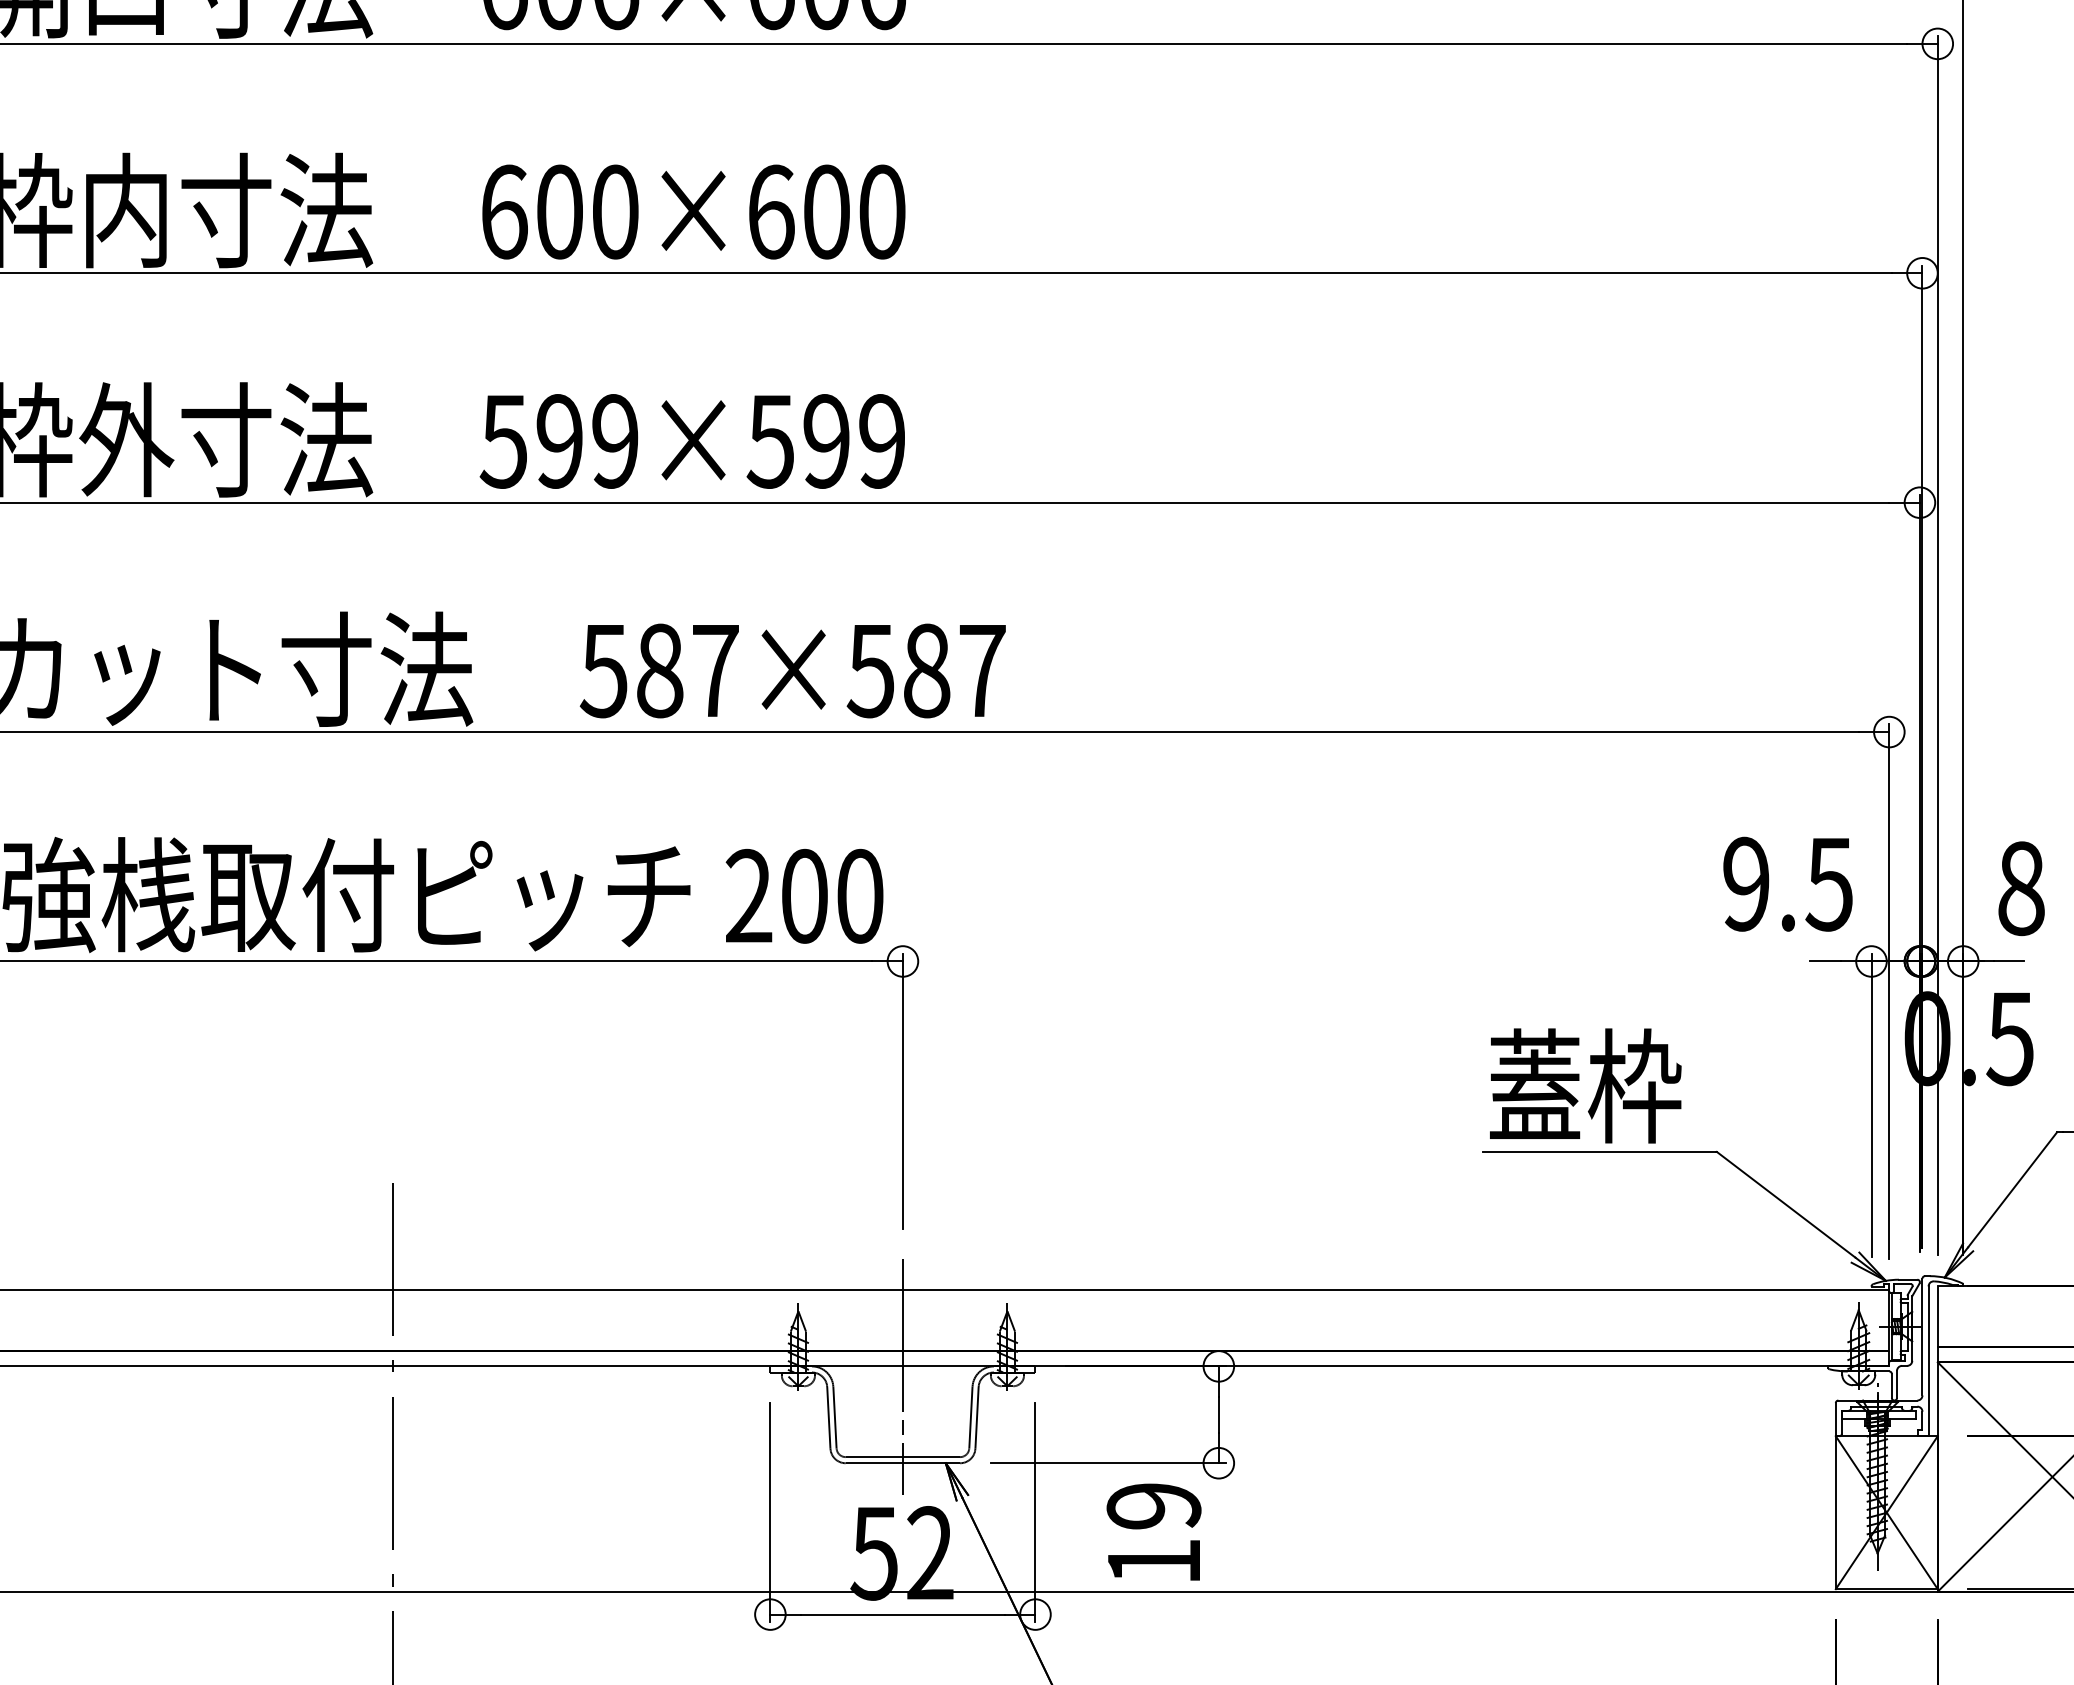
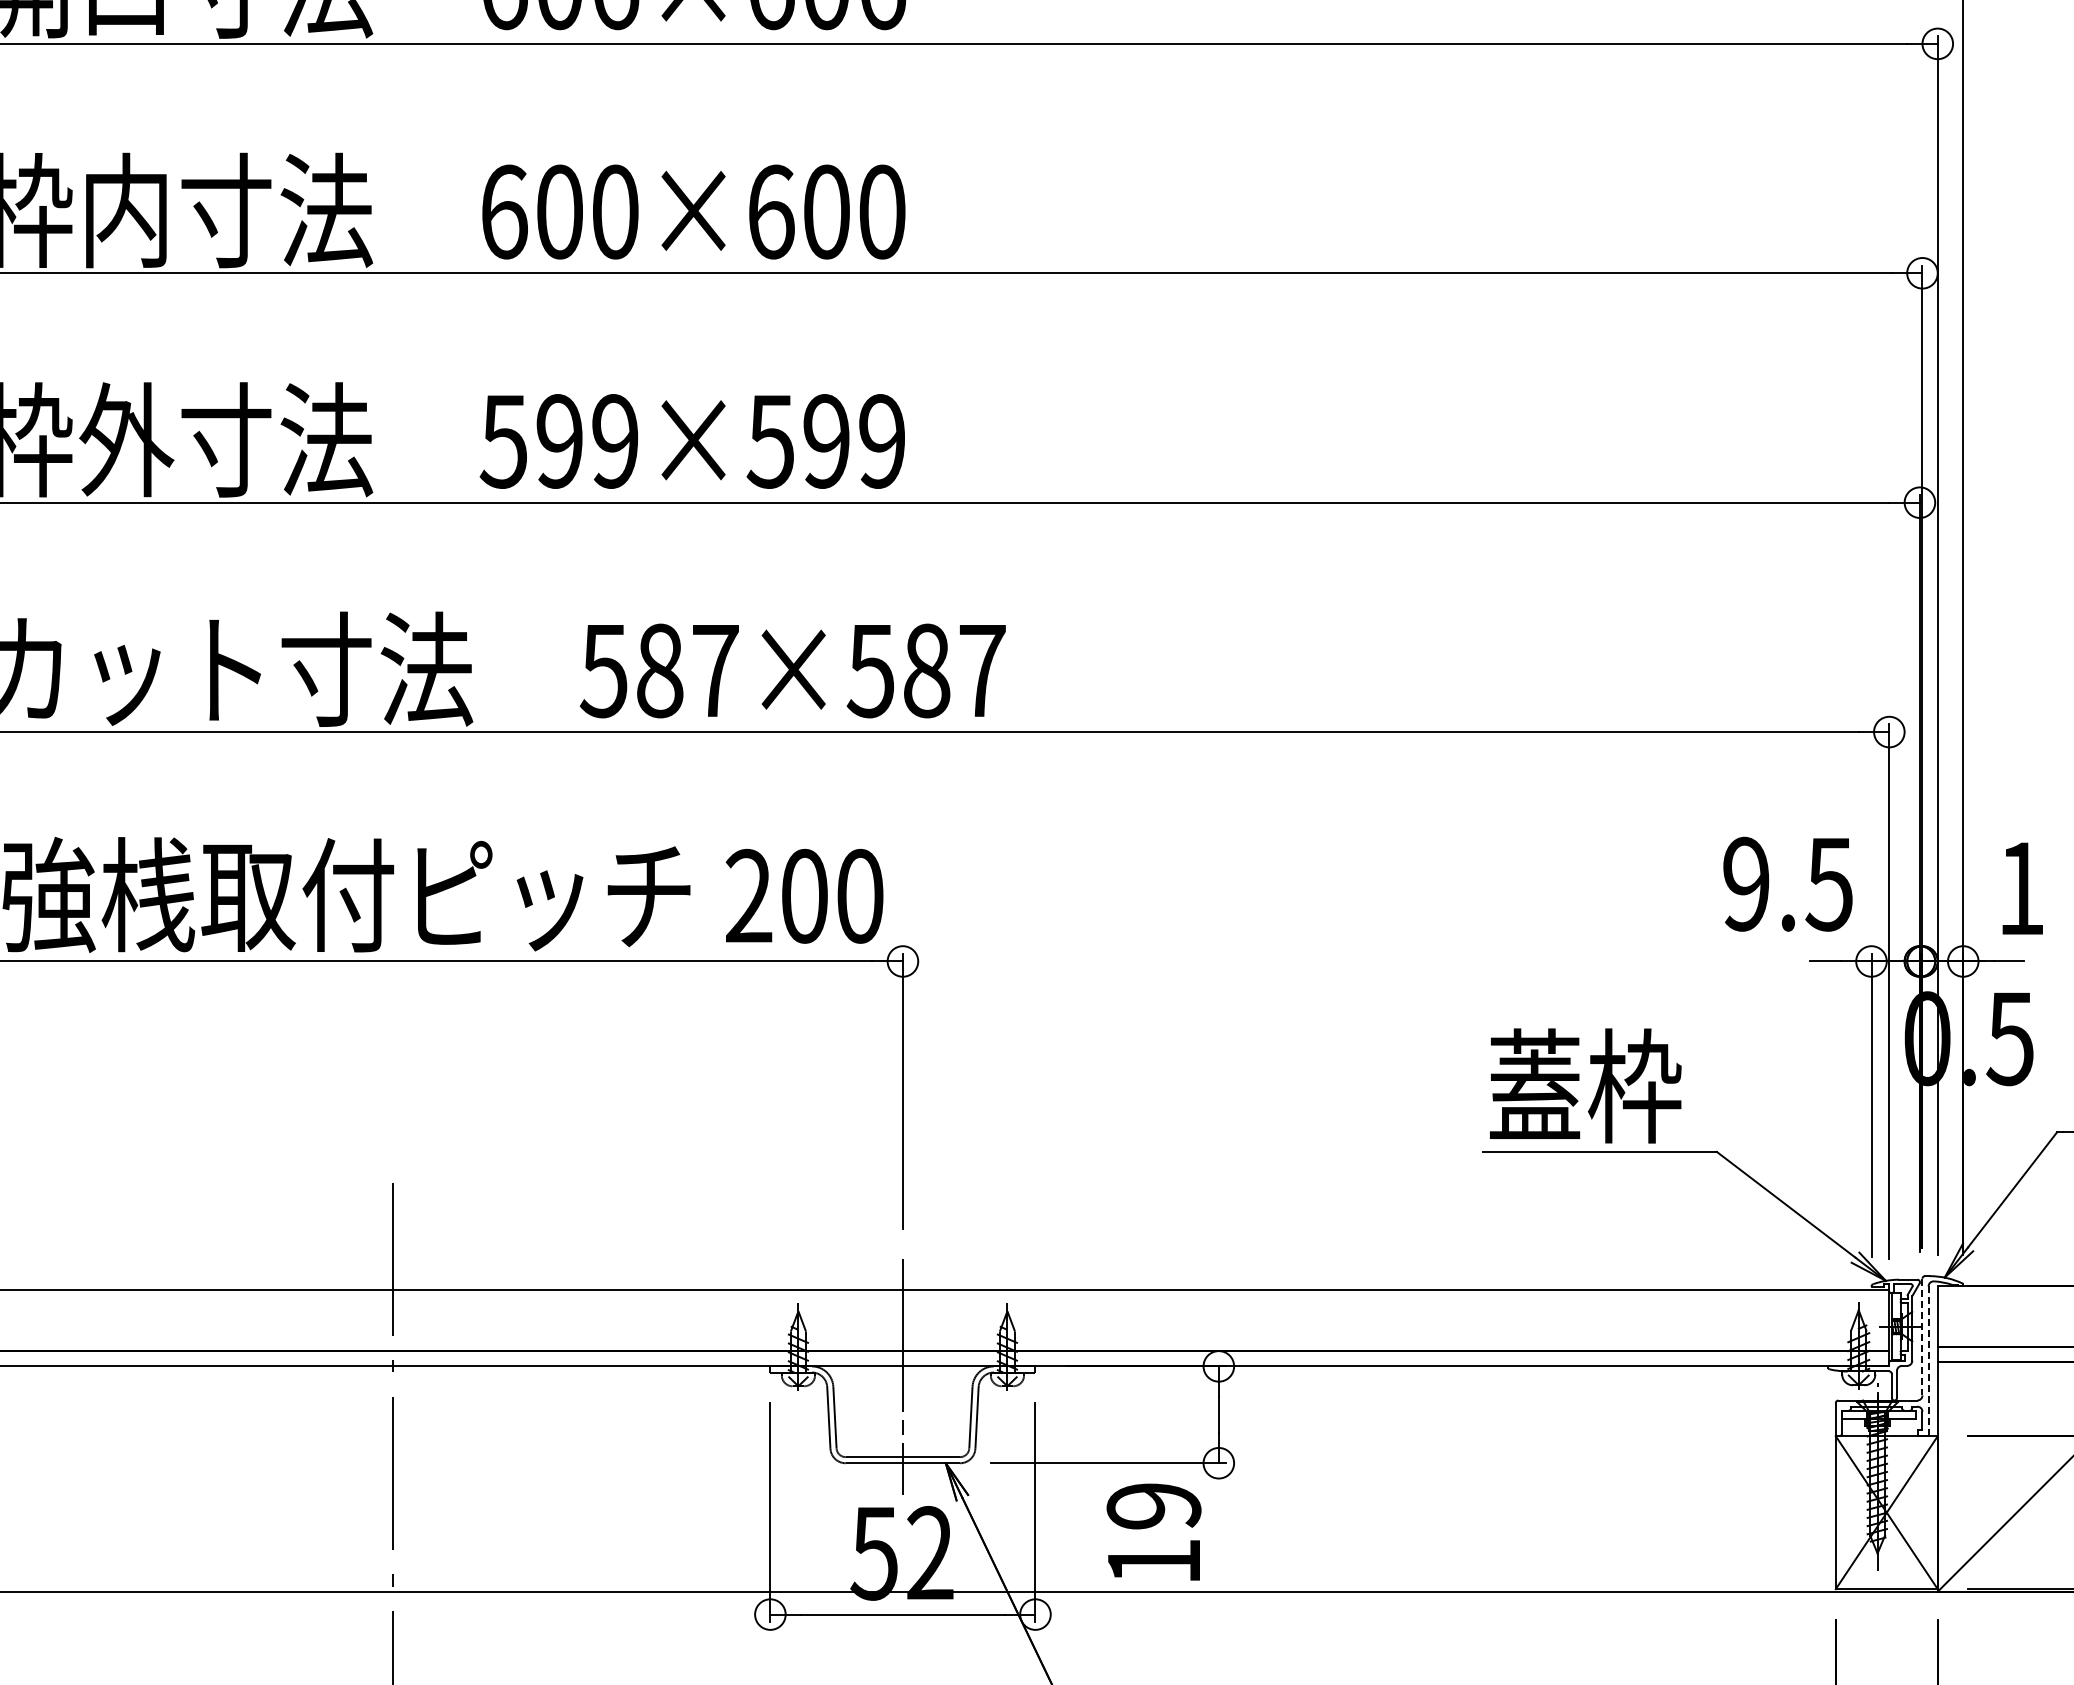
text at (2021, 888): 8 -> 1
line at (1922, 1337): solid -> dashed
line at (1928, 1361): solid -> dashed
line at (2003, 1428): present -> none
